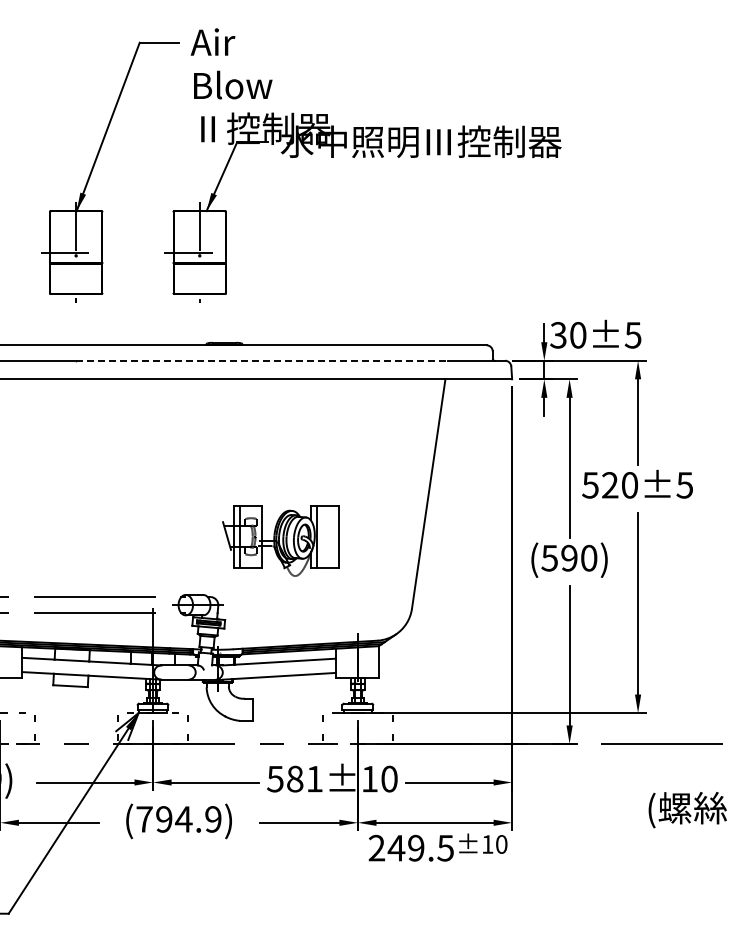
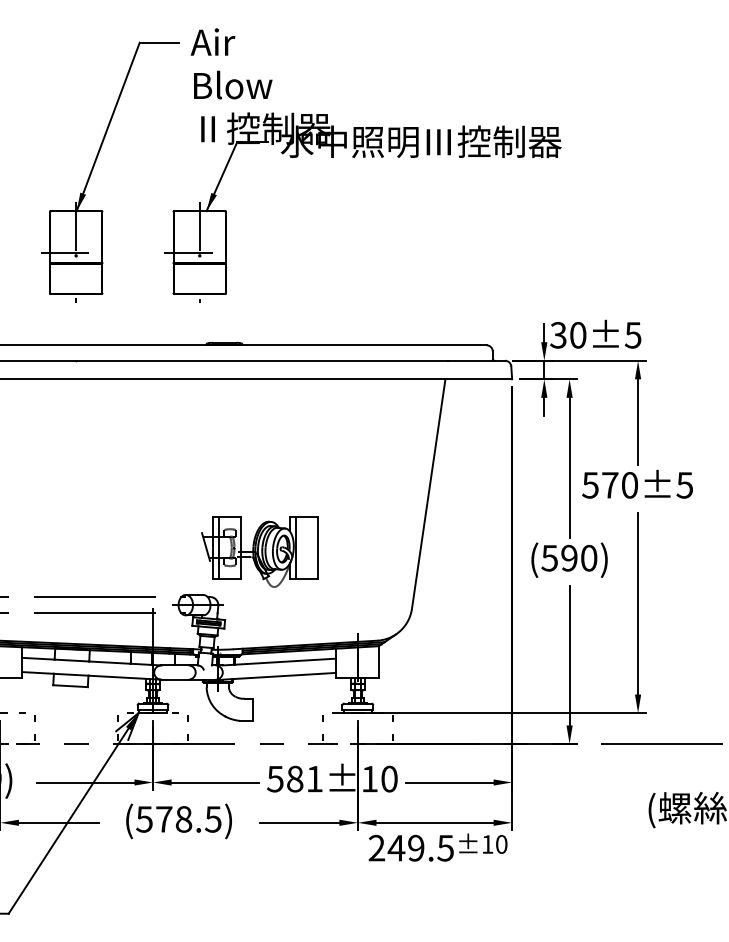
line at (262, 360): dashed -> solid
text at (610, 485): 520±5 -> 570±5
part at (280, 540) position: (280, 540) -> (259, 551)
text at (178, 819): (794.9) -> (578.5)
